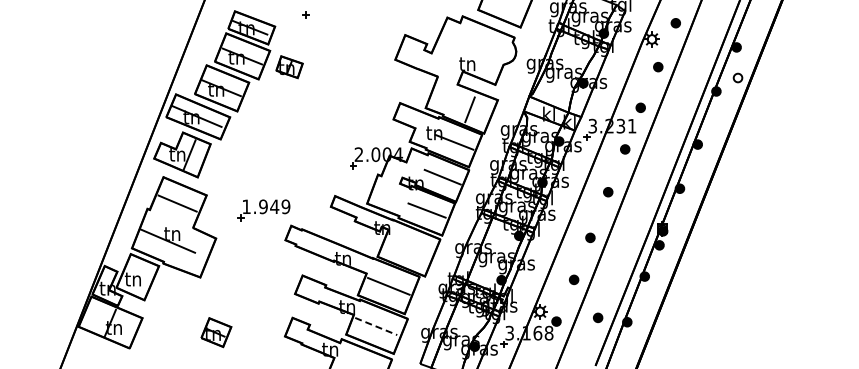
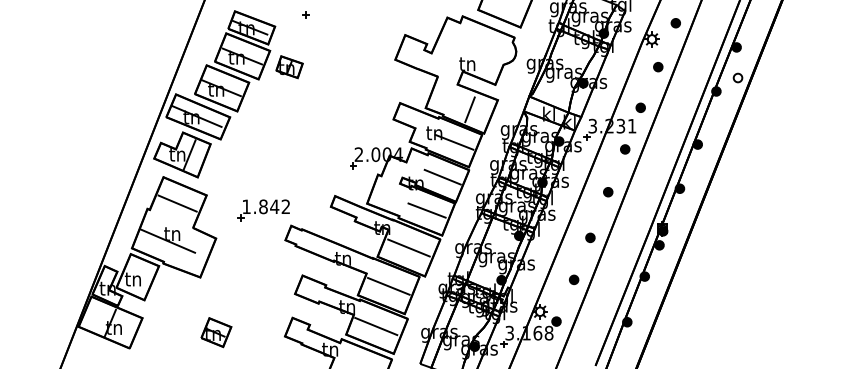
text at (274, 206): 1.949 -> 1.842
line at (408, 247): none -> present
part at (598, 317): present -> none
line at (376, 326): dashed -> solid
